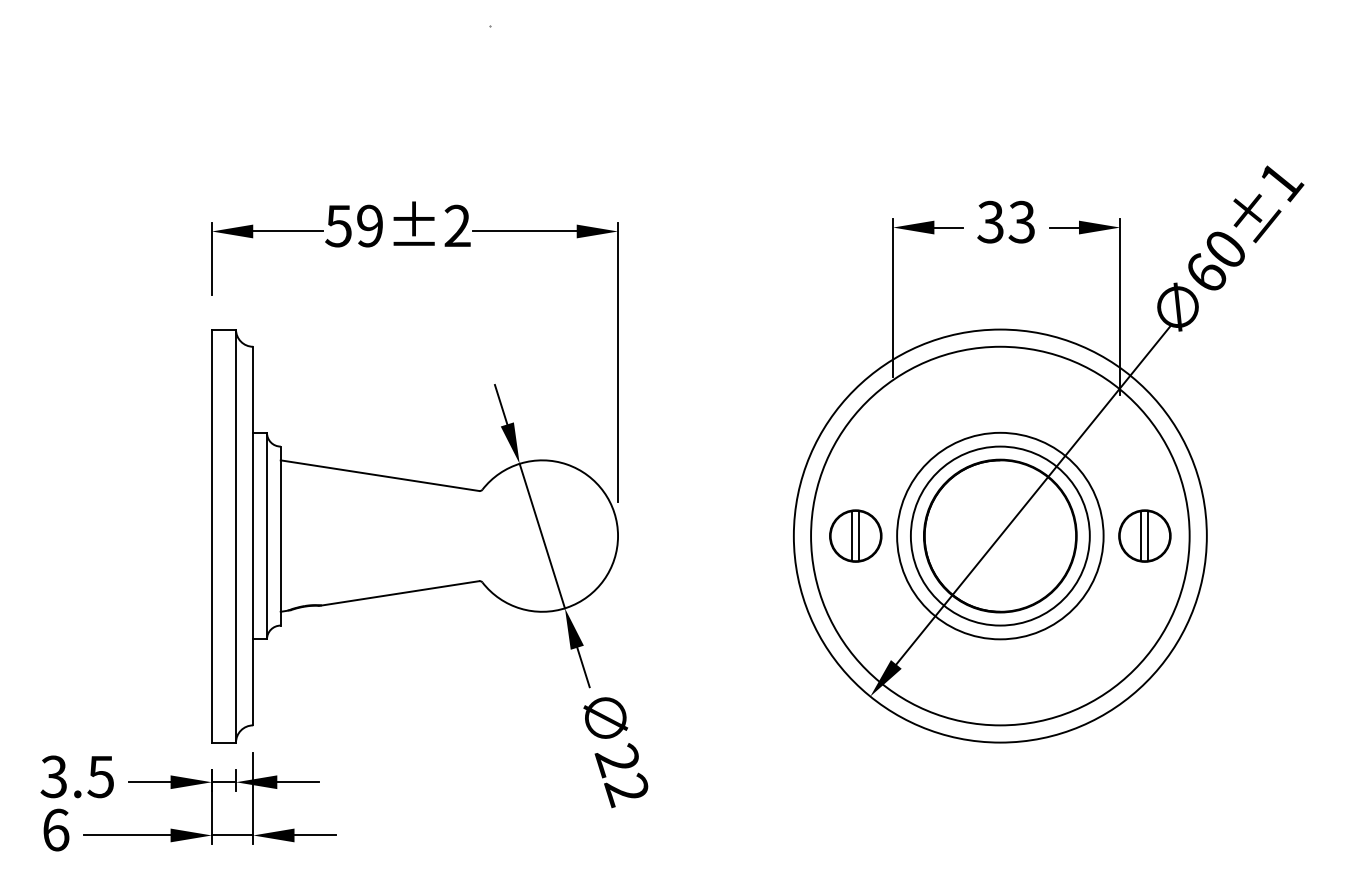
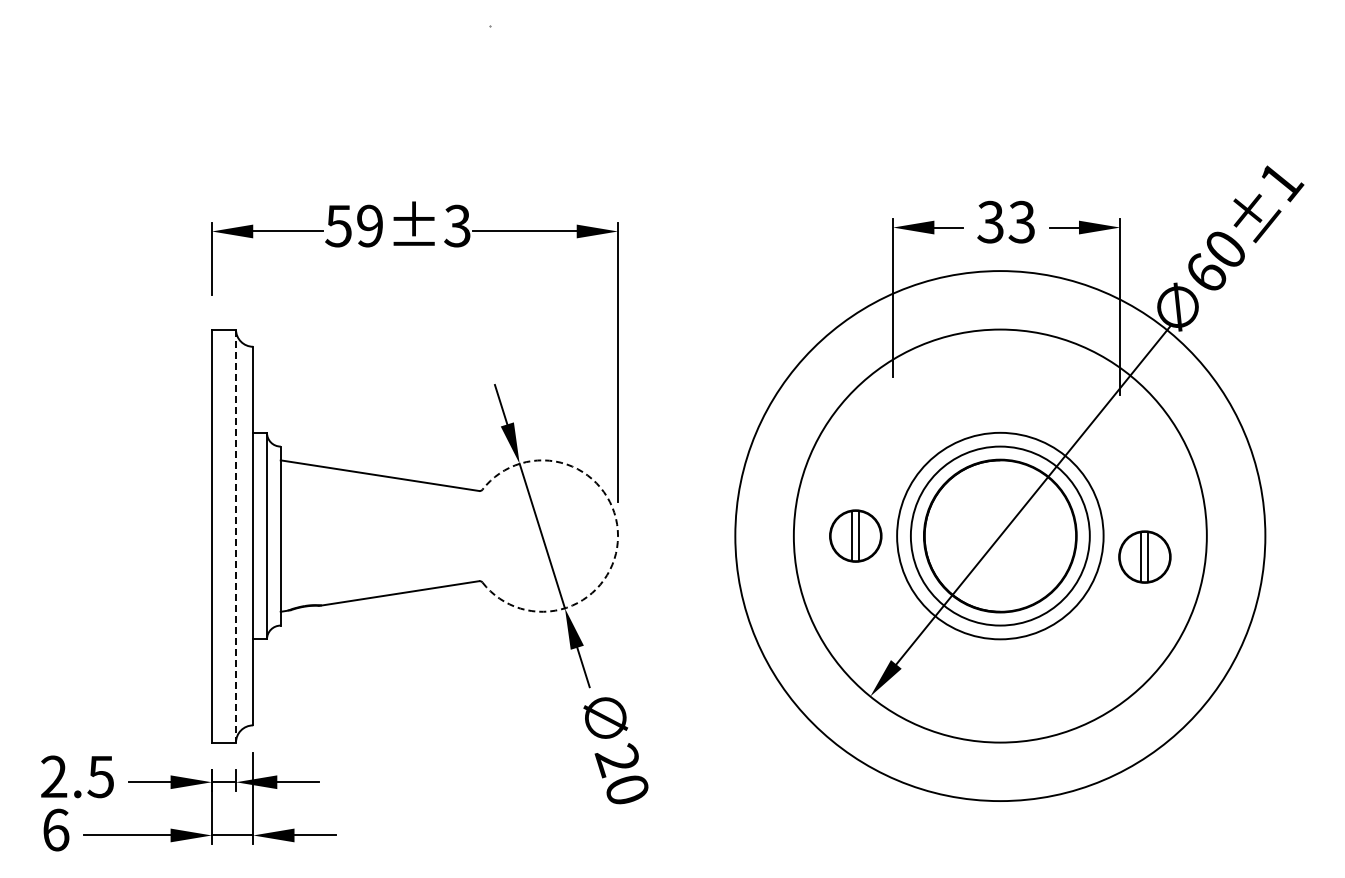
text at (457, 226): 59±2 -> 59±3
circle at (1000, 535) diameter: 379 px -> 530 px
part at (1144, 535) position: (1144, 535) -> (1144, 556)
line at (236, 536): solid -> dashed
arc at (618, 536): solid -> dashed
text at (53, 776): 3.5 -> 2.5
text at (626, 790): 22 -> 20
